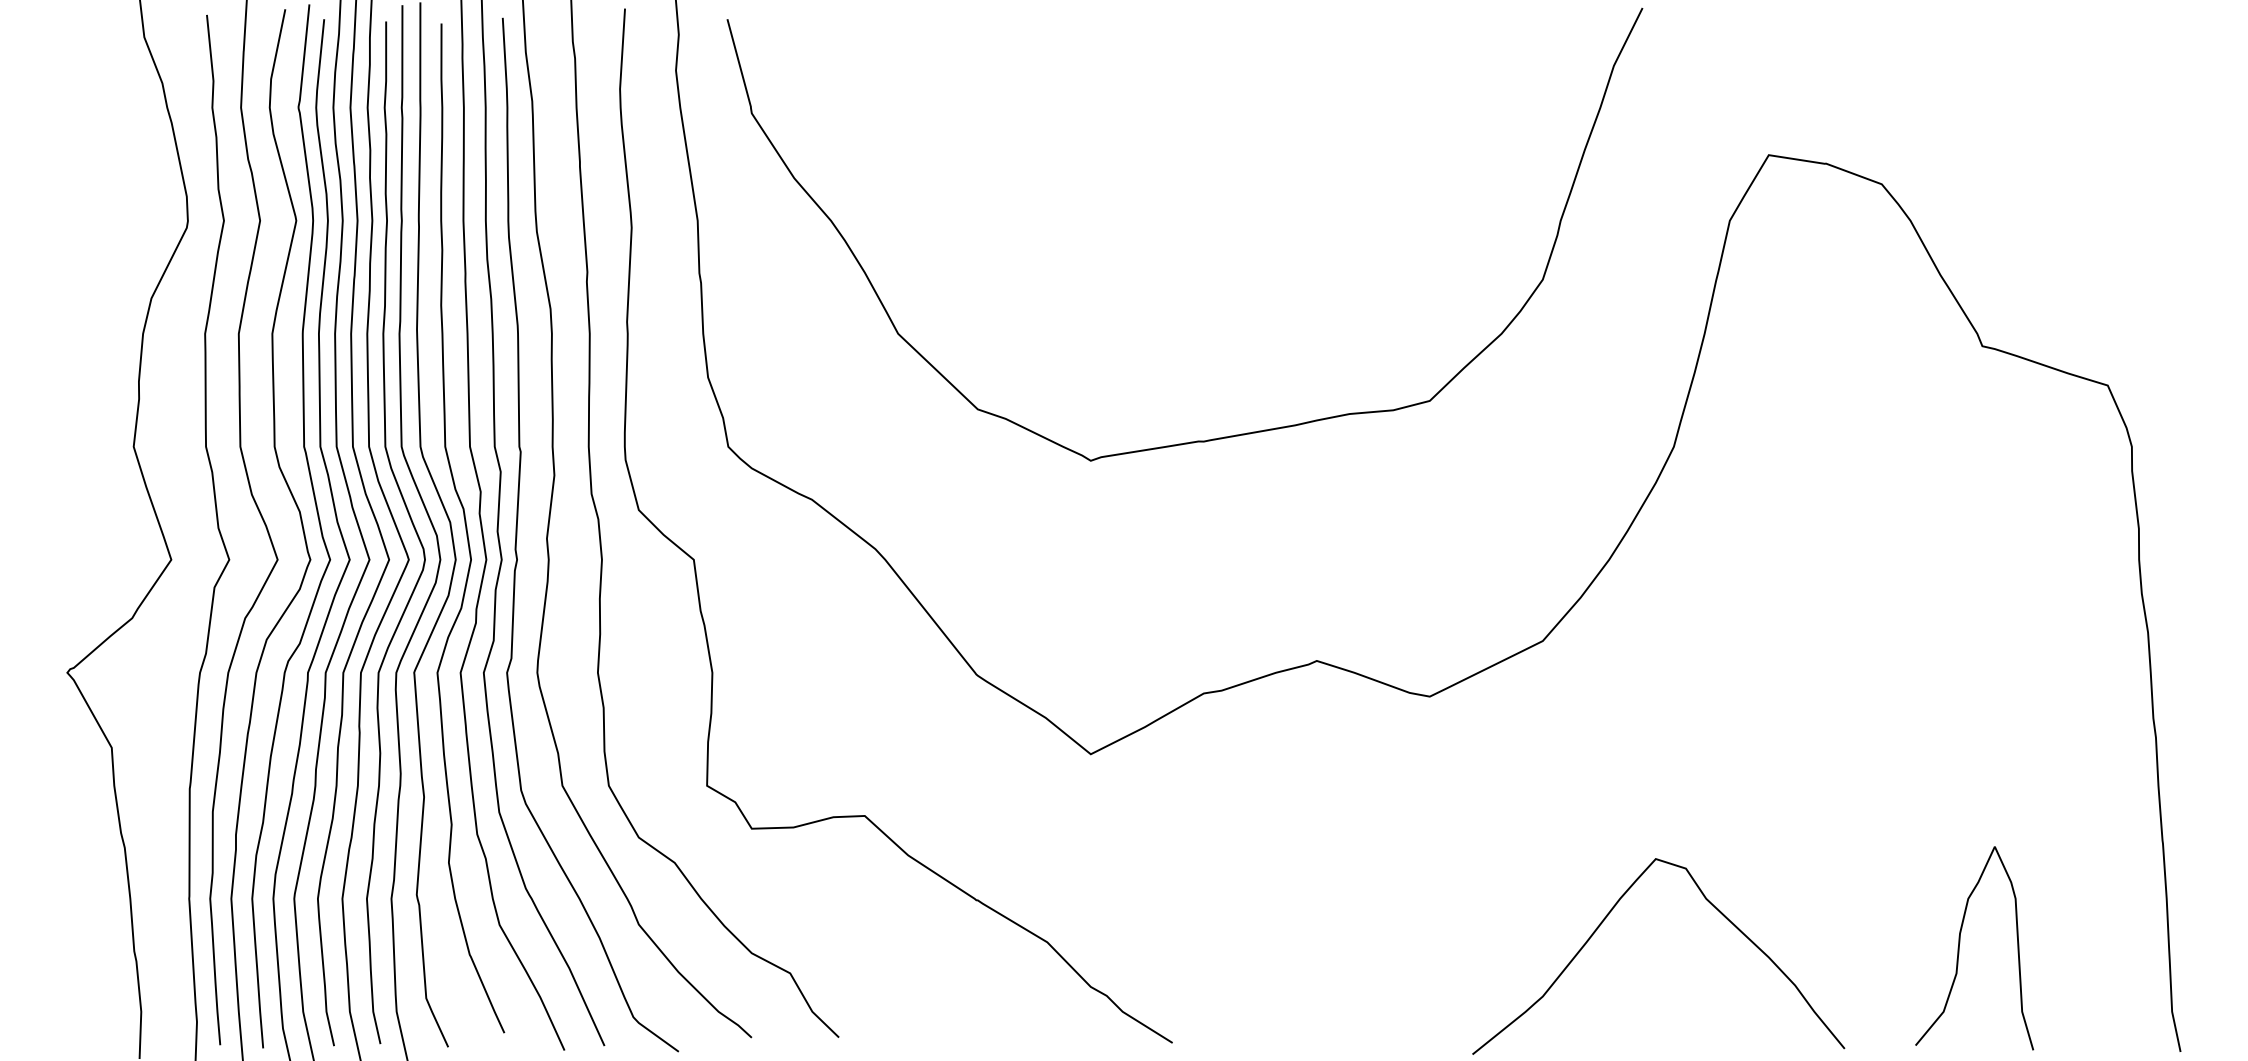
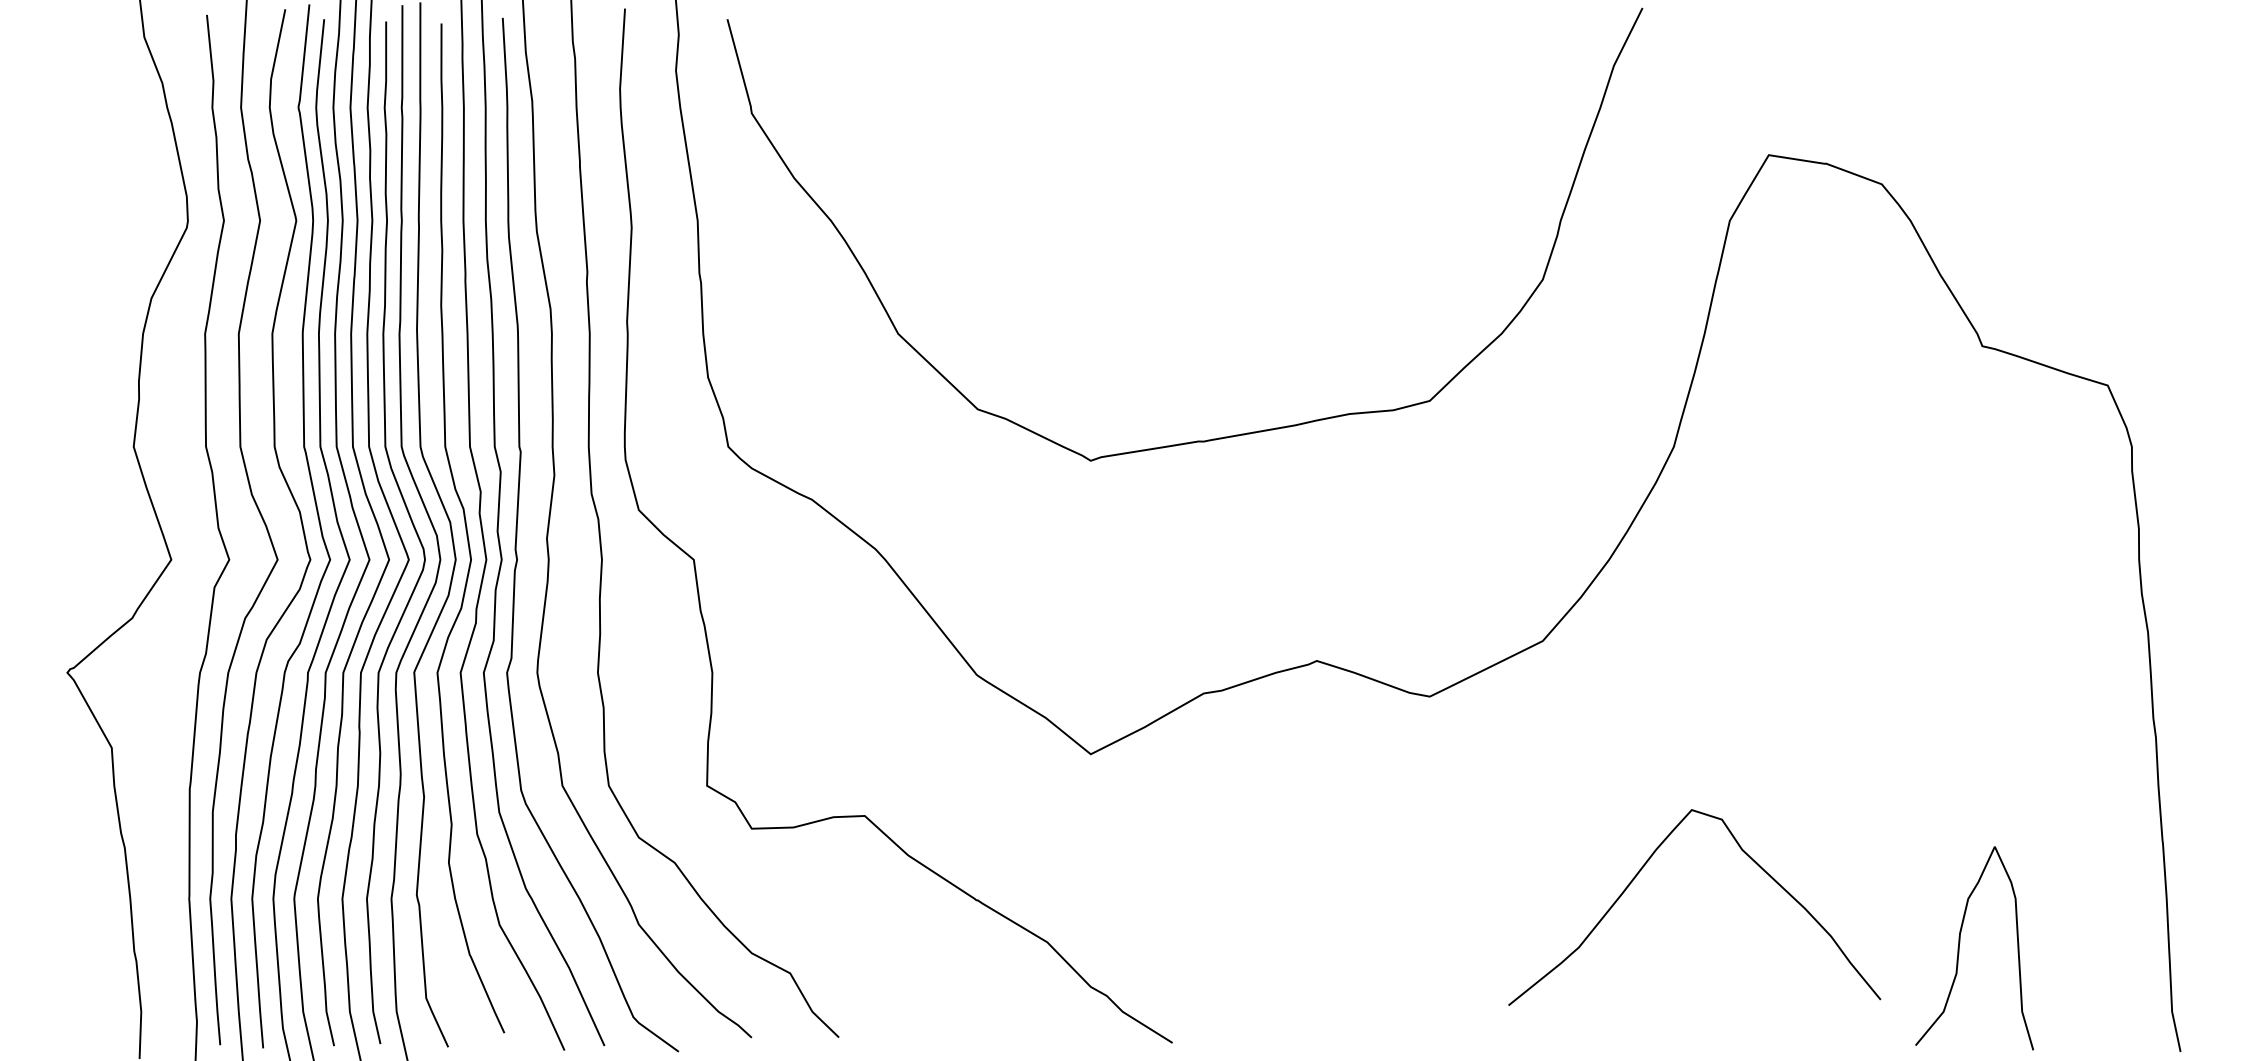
curve at (1606, 918) position: (1606, 918) -> (1642, 869)
